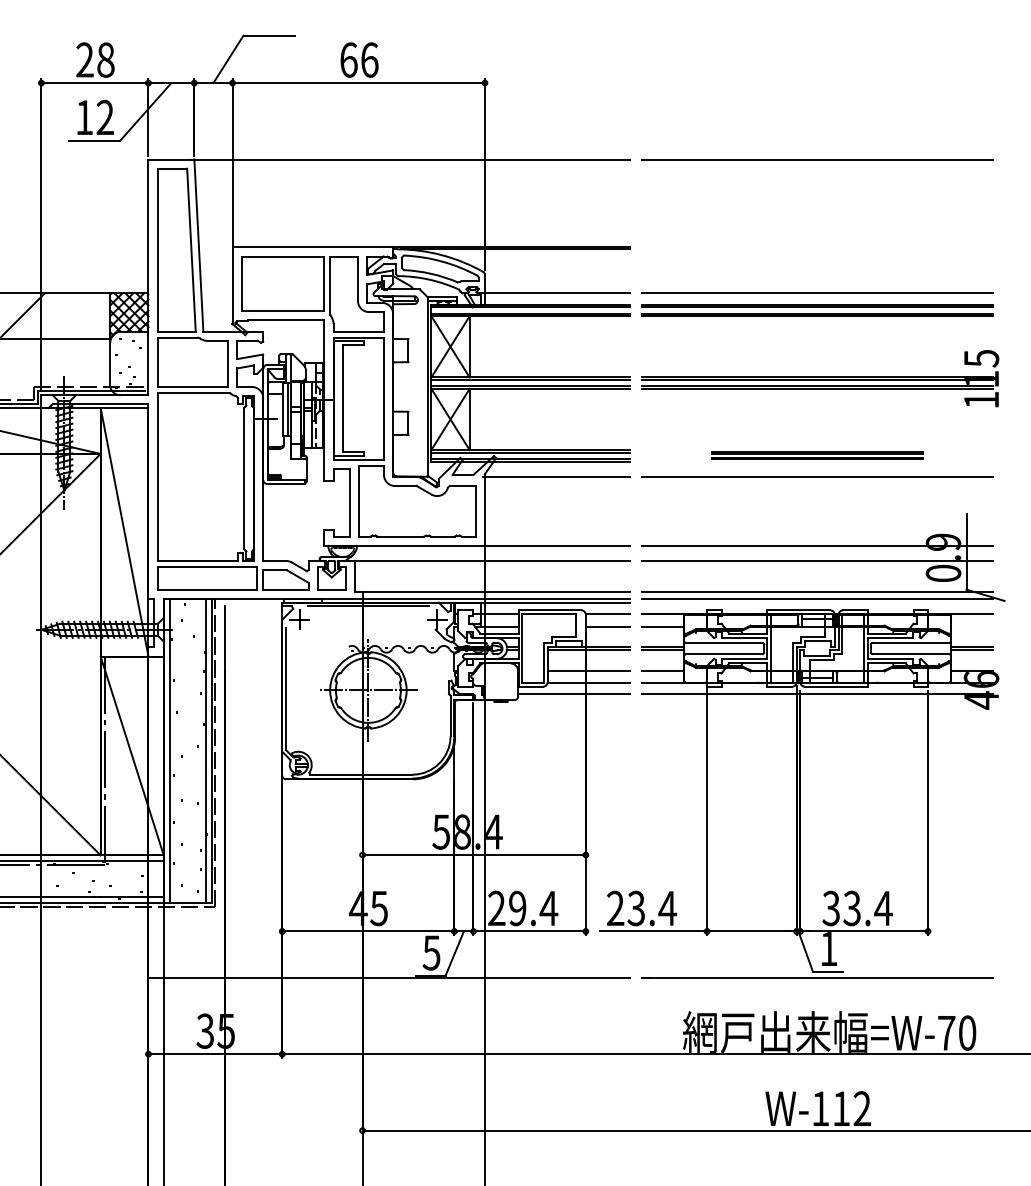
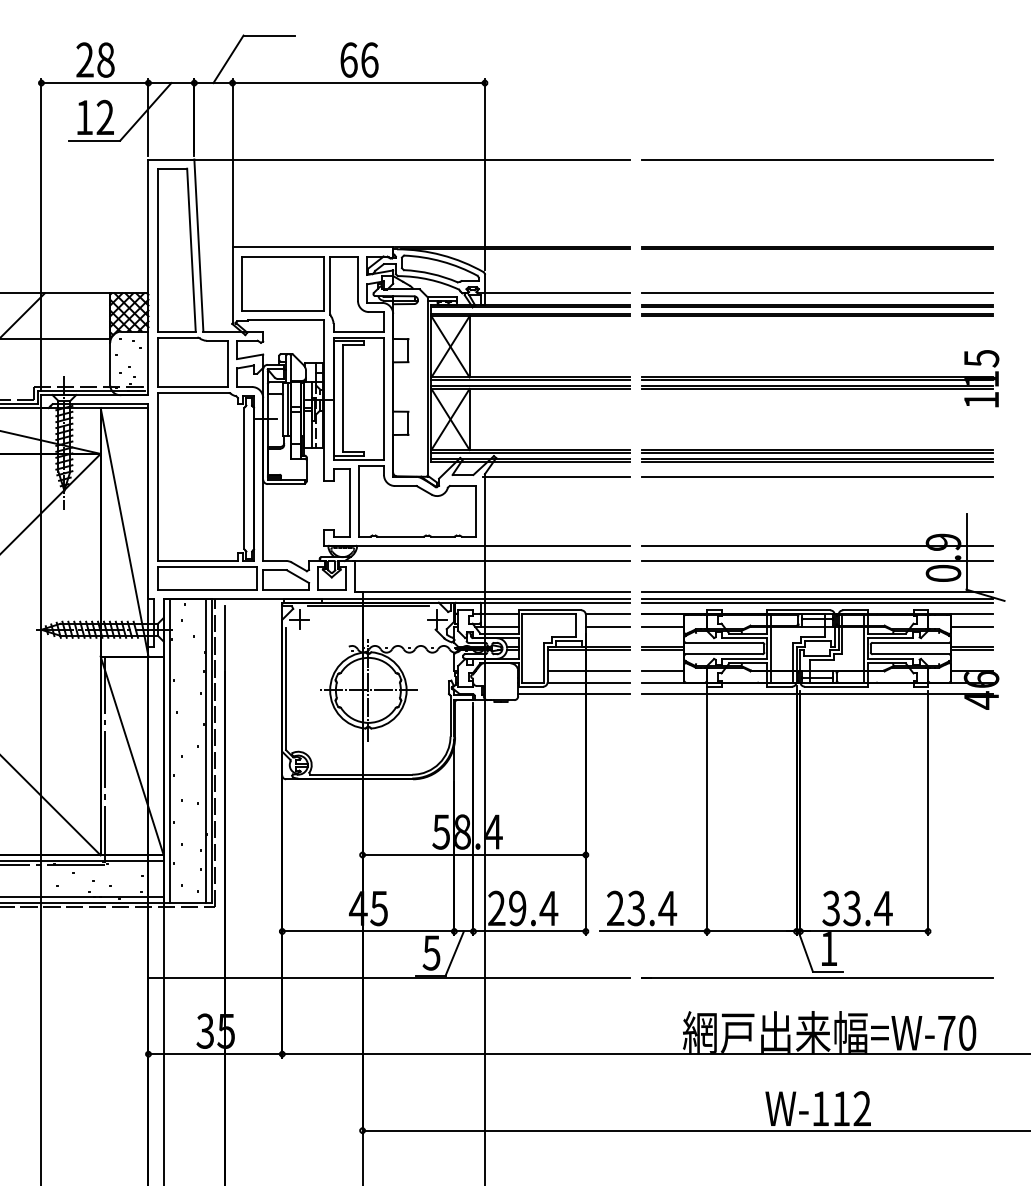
line at (817, 247): none -> present
part at (817, 455) size: 213x9 px -> 353x14 px
line at (817, 602): none -> present
line at (972, 626): none -> present
